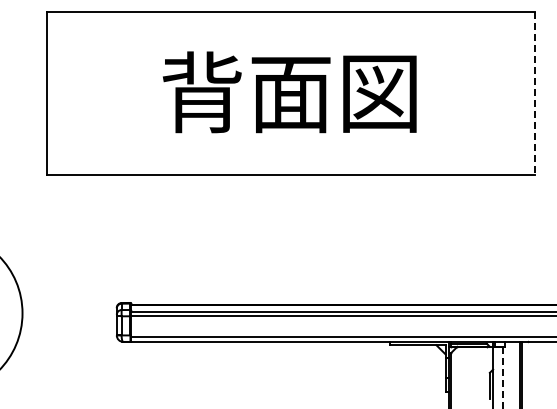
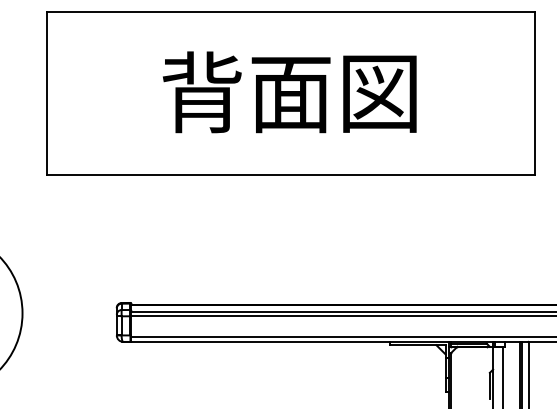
line at (535, 94): dashed -> solid
line at (528, 373): none -> present
line at (502, 377): dashed -> solid
